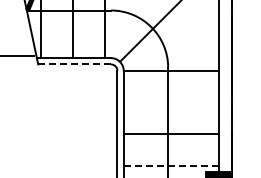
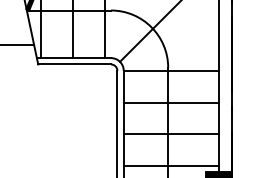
line at (18, 56) position: (18, 56) -> (18, 45)
line at (75, 64): dashed -> solid
line at (170, 102): none -> present
line at (171, 166): dashed -> solid
